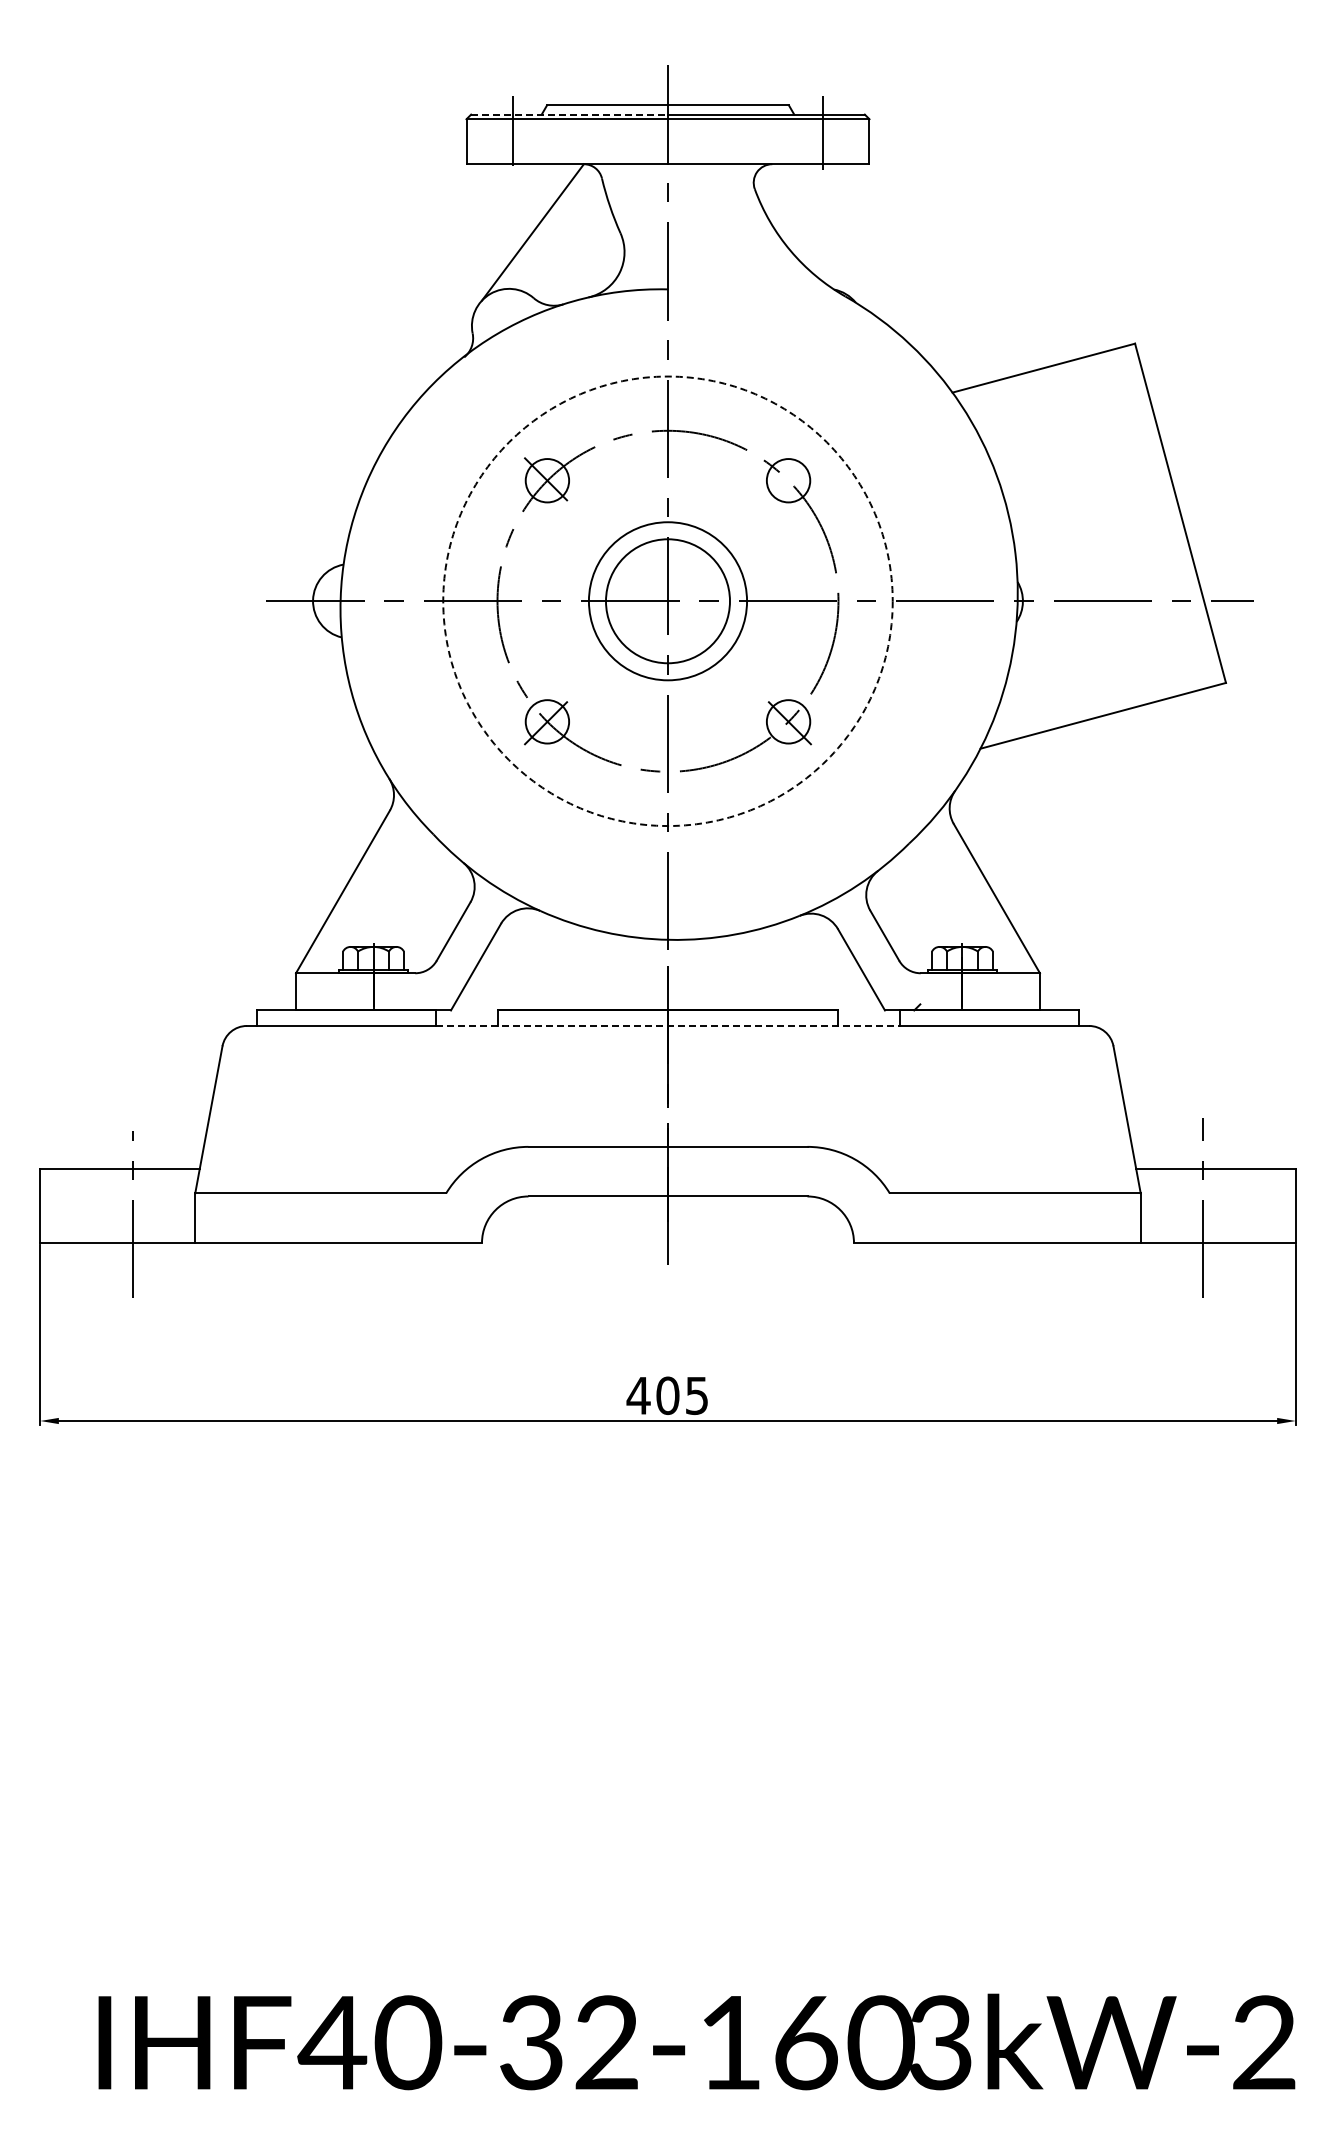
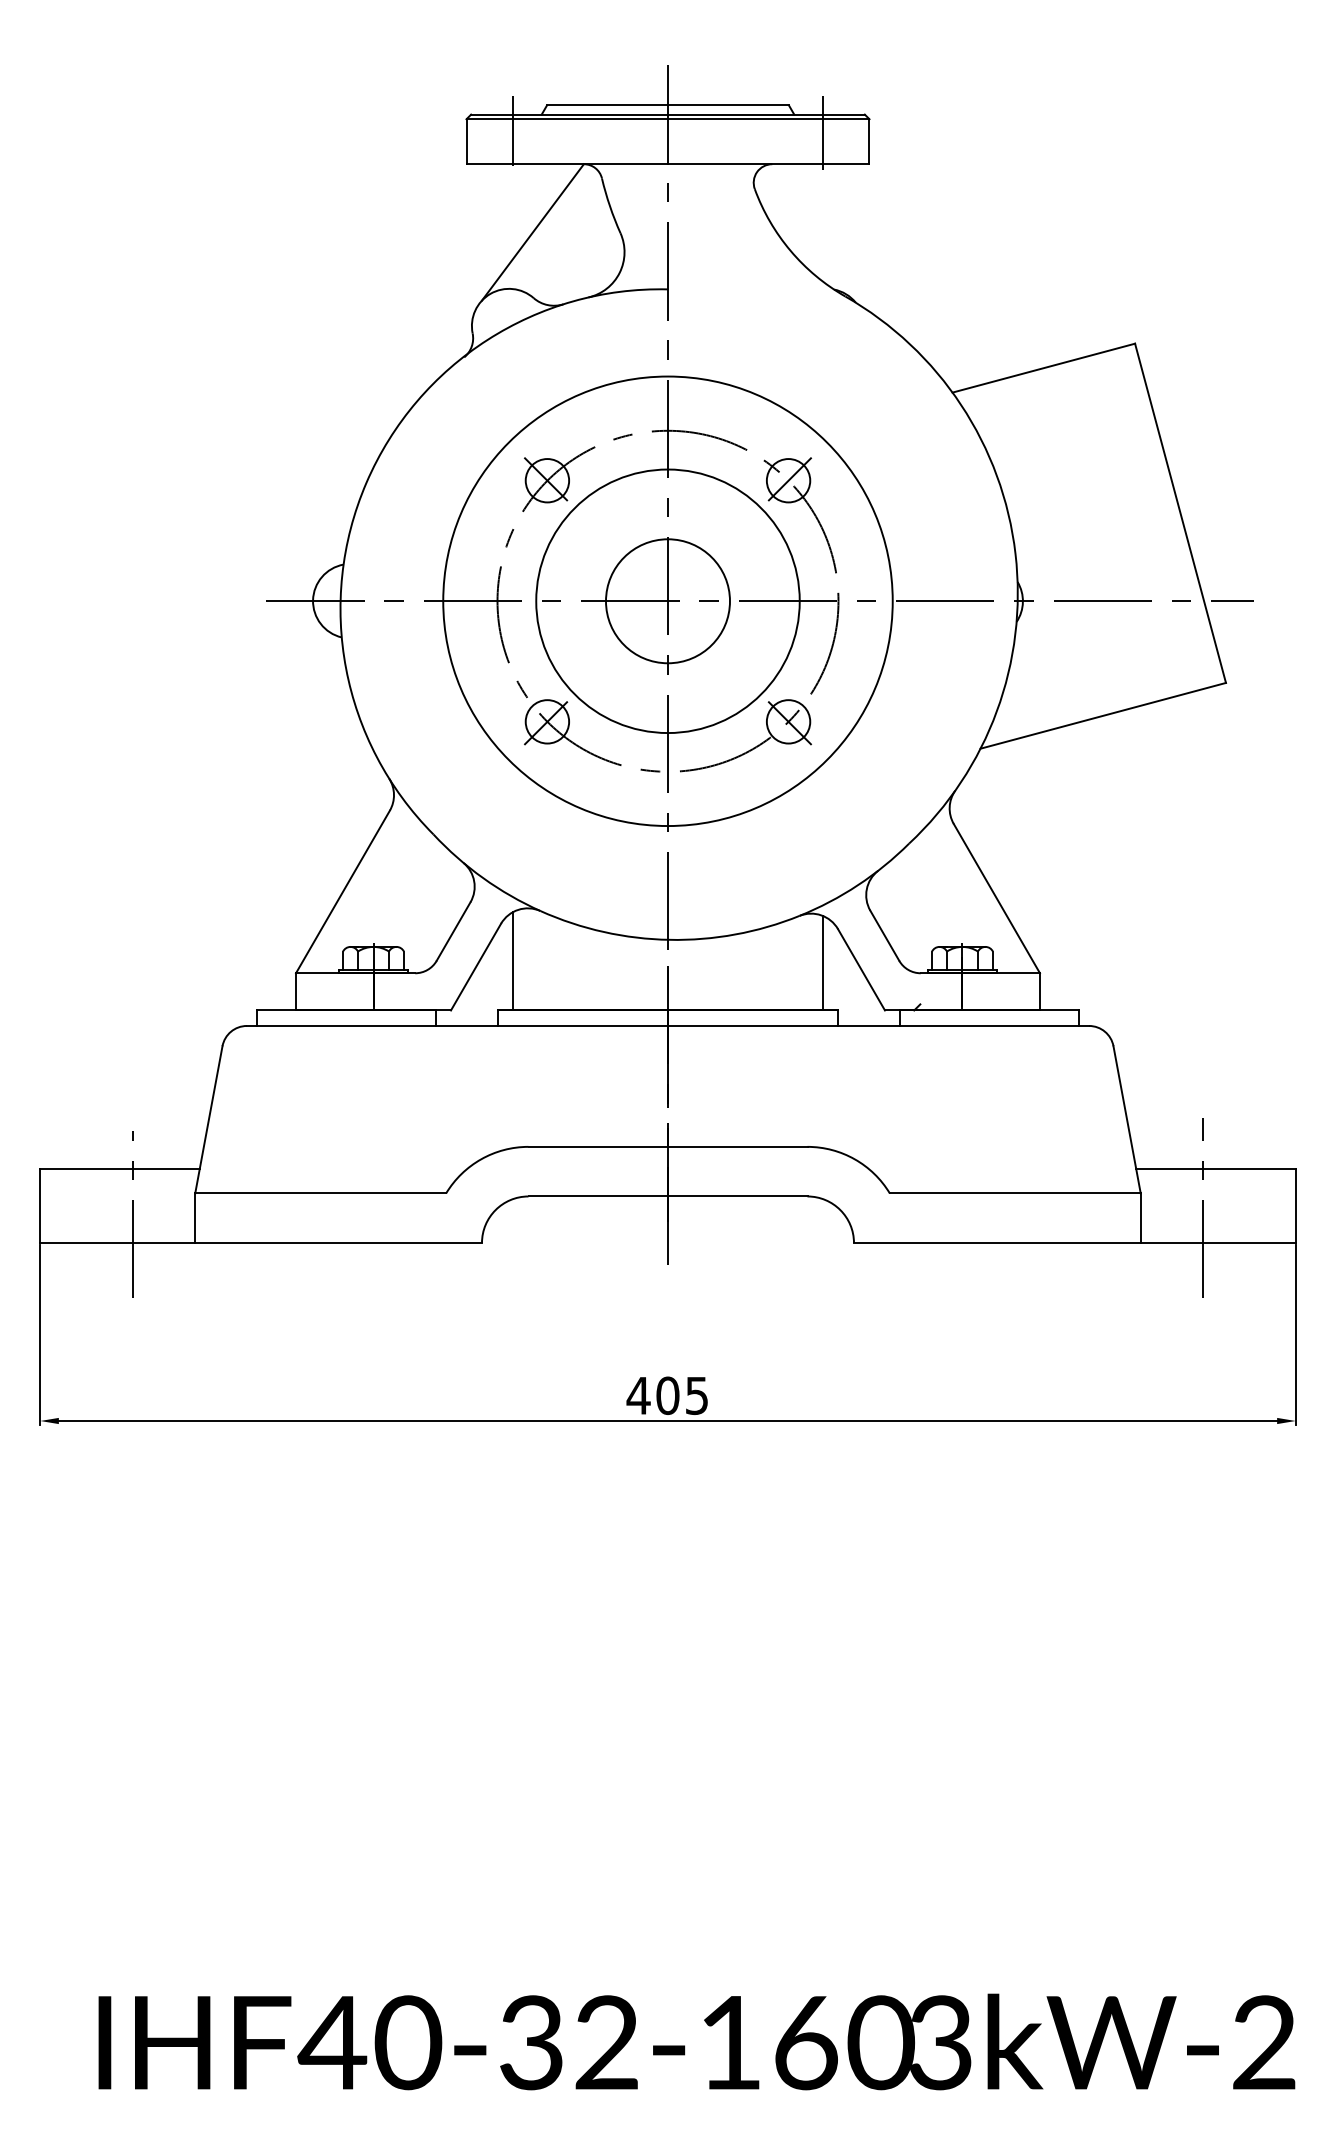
line at (570, 114): dashed -> solid
line at (789, 479): none -> present
circle at (667, 601) diameter: 158 px -> 263 px
circle at (667, 601): dashed -> solid
line at (513, 961): none -> present
line at (822, 962): none -> present
line at (668, 1025): dashed -> solid
